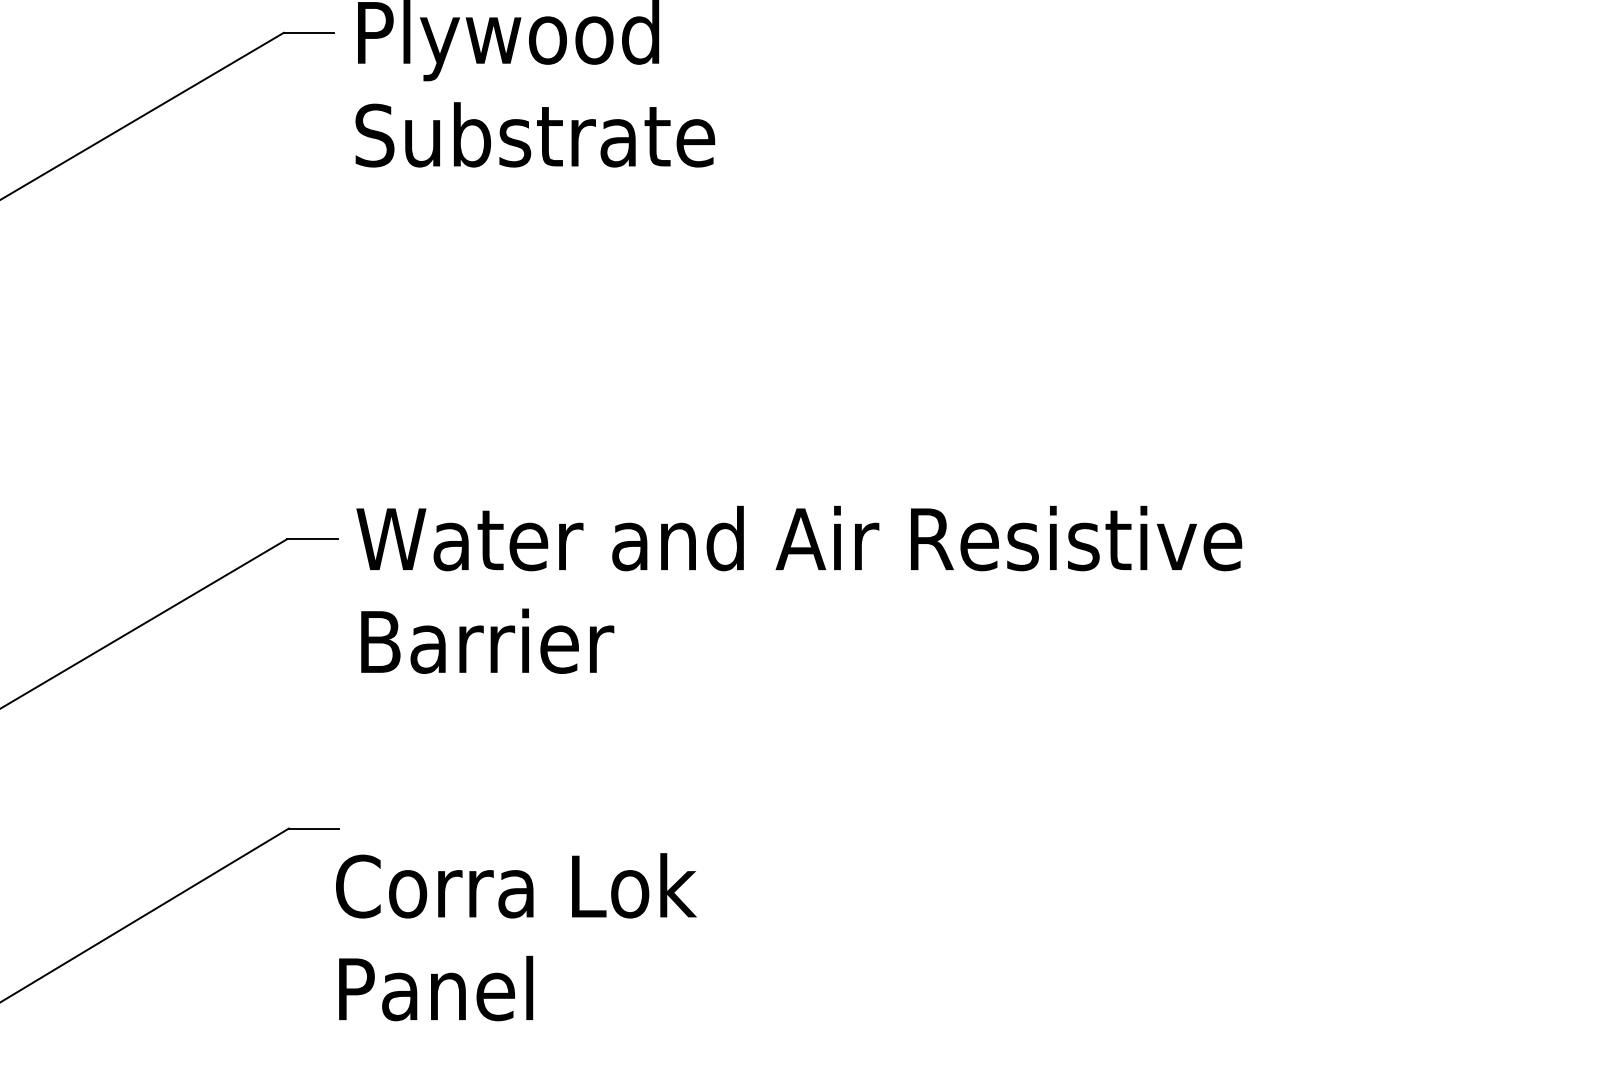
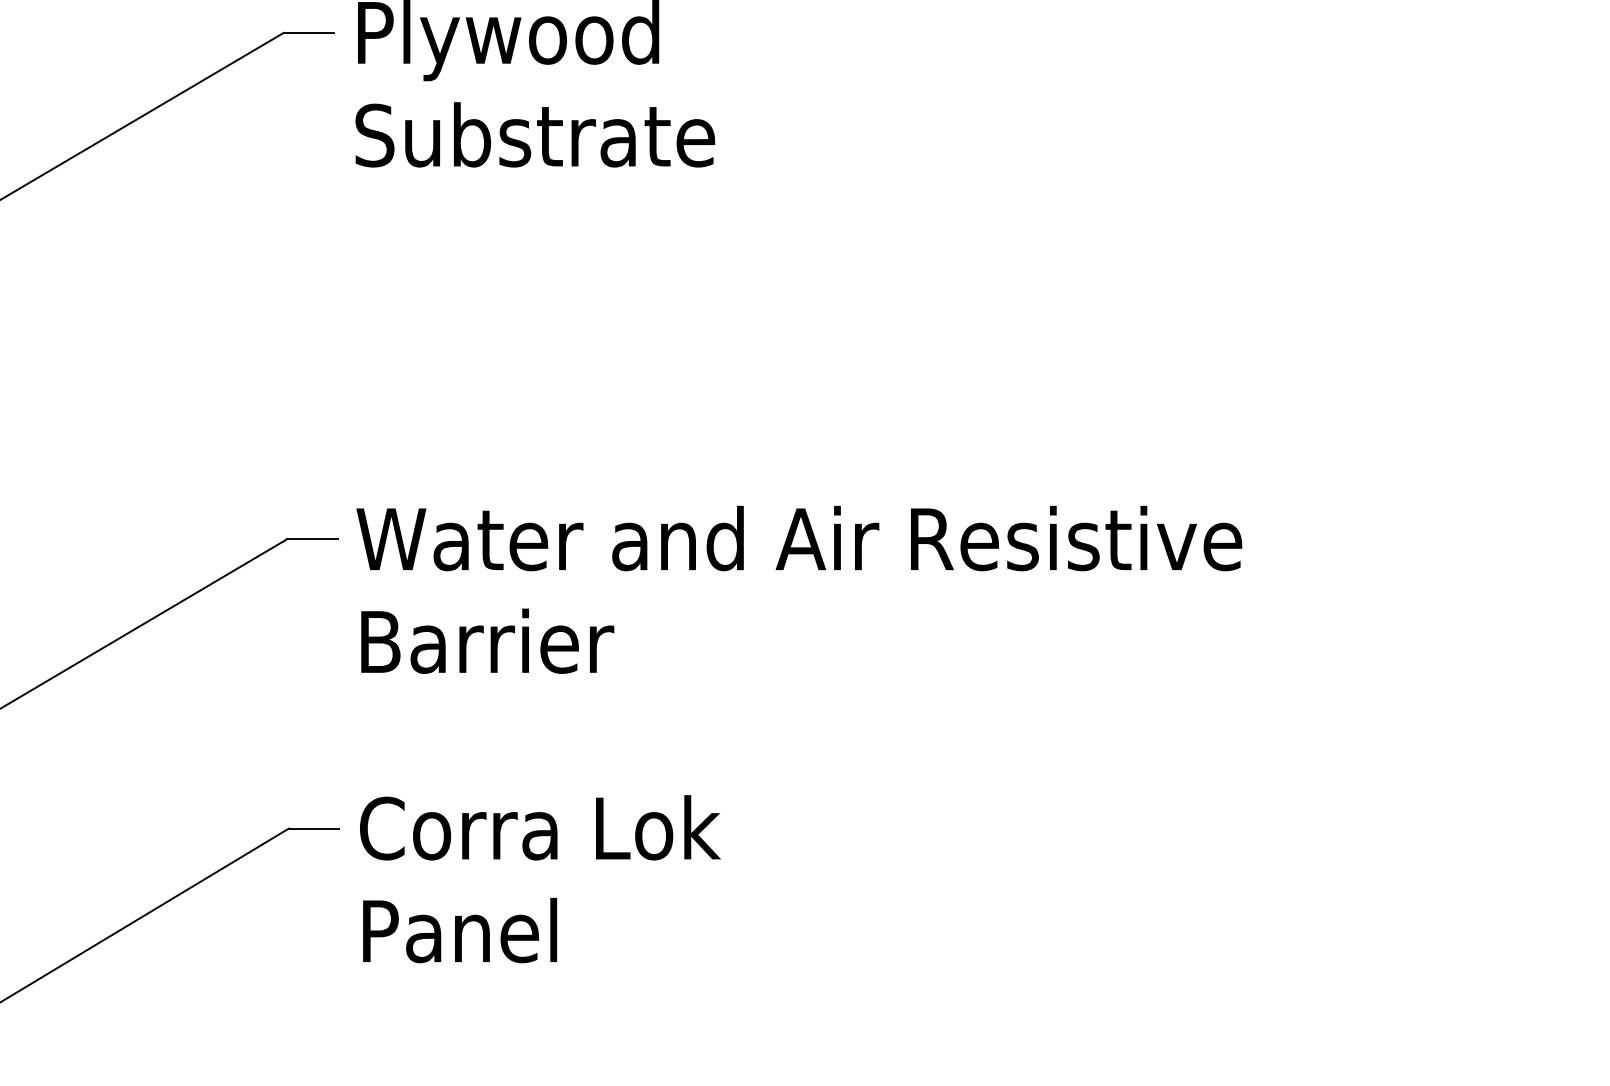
text at (516, 937) position: (516, 937) -> (540, 879)
